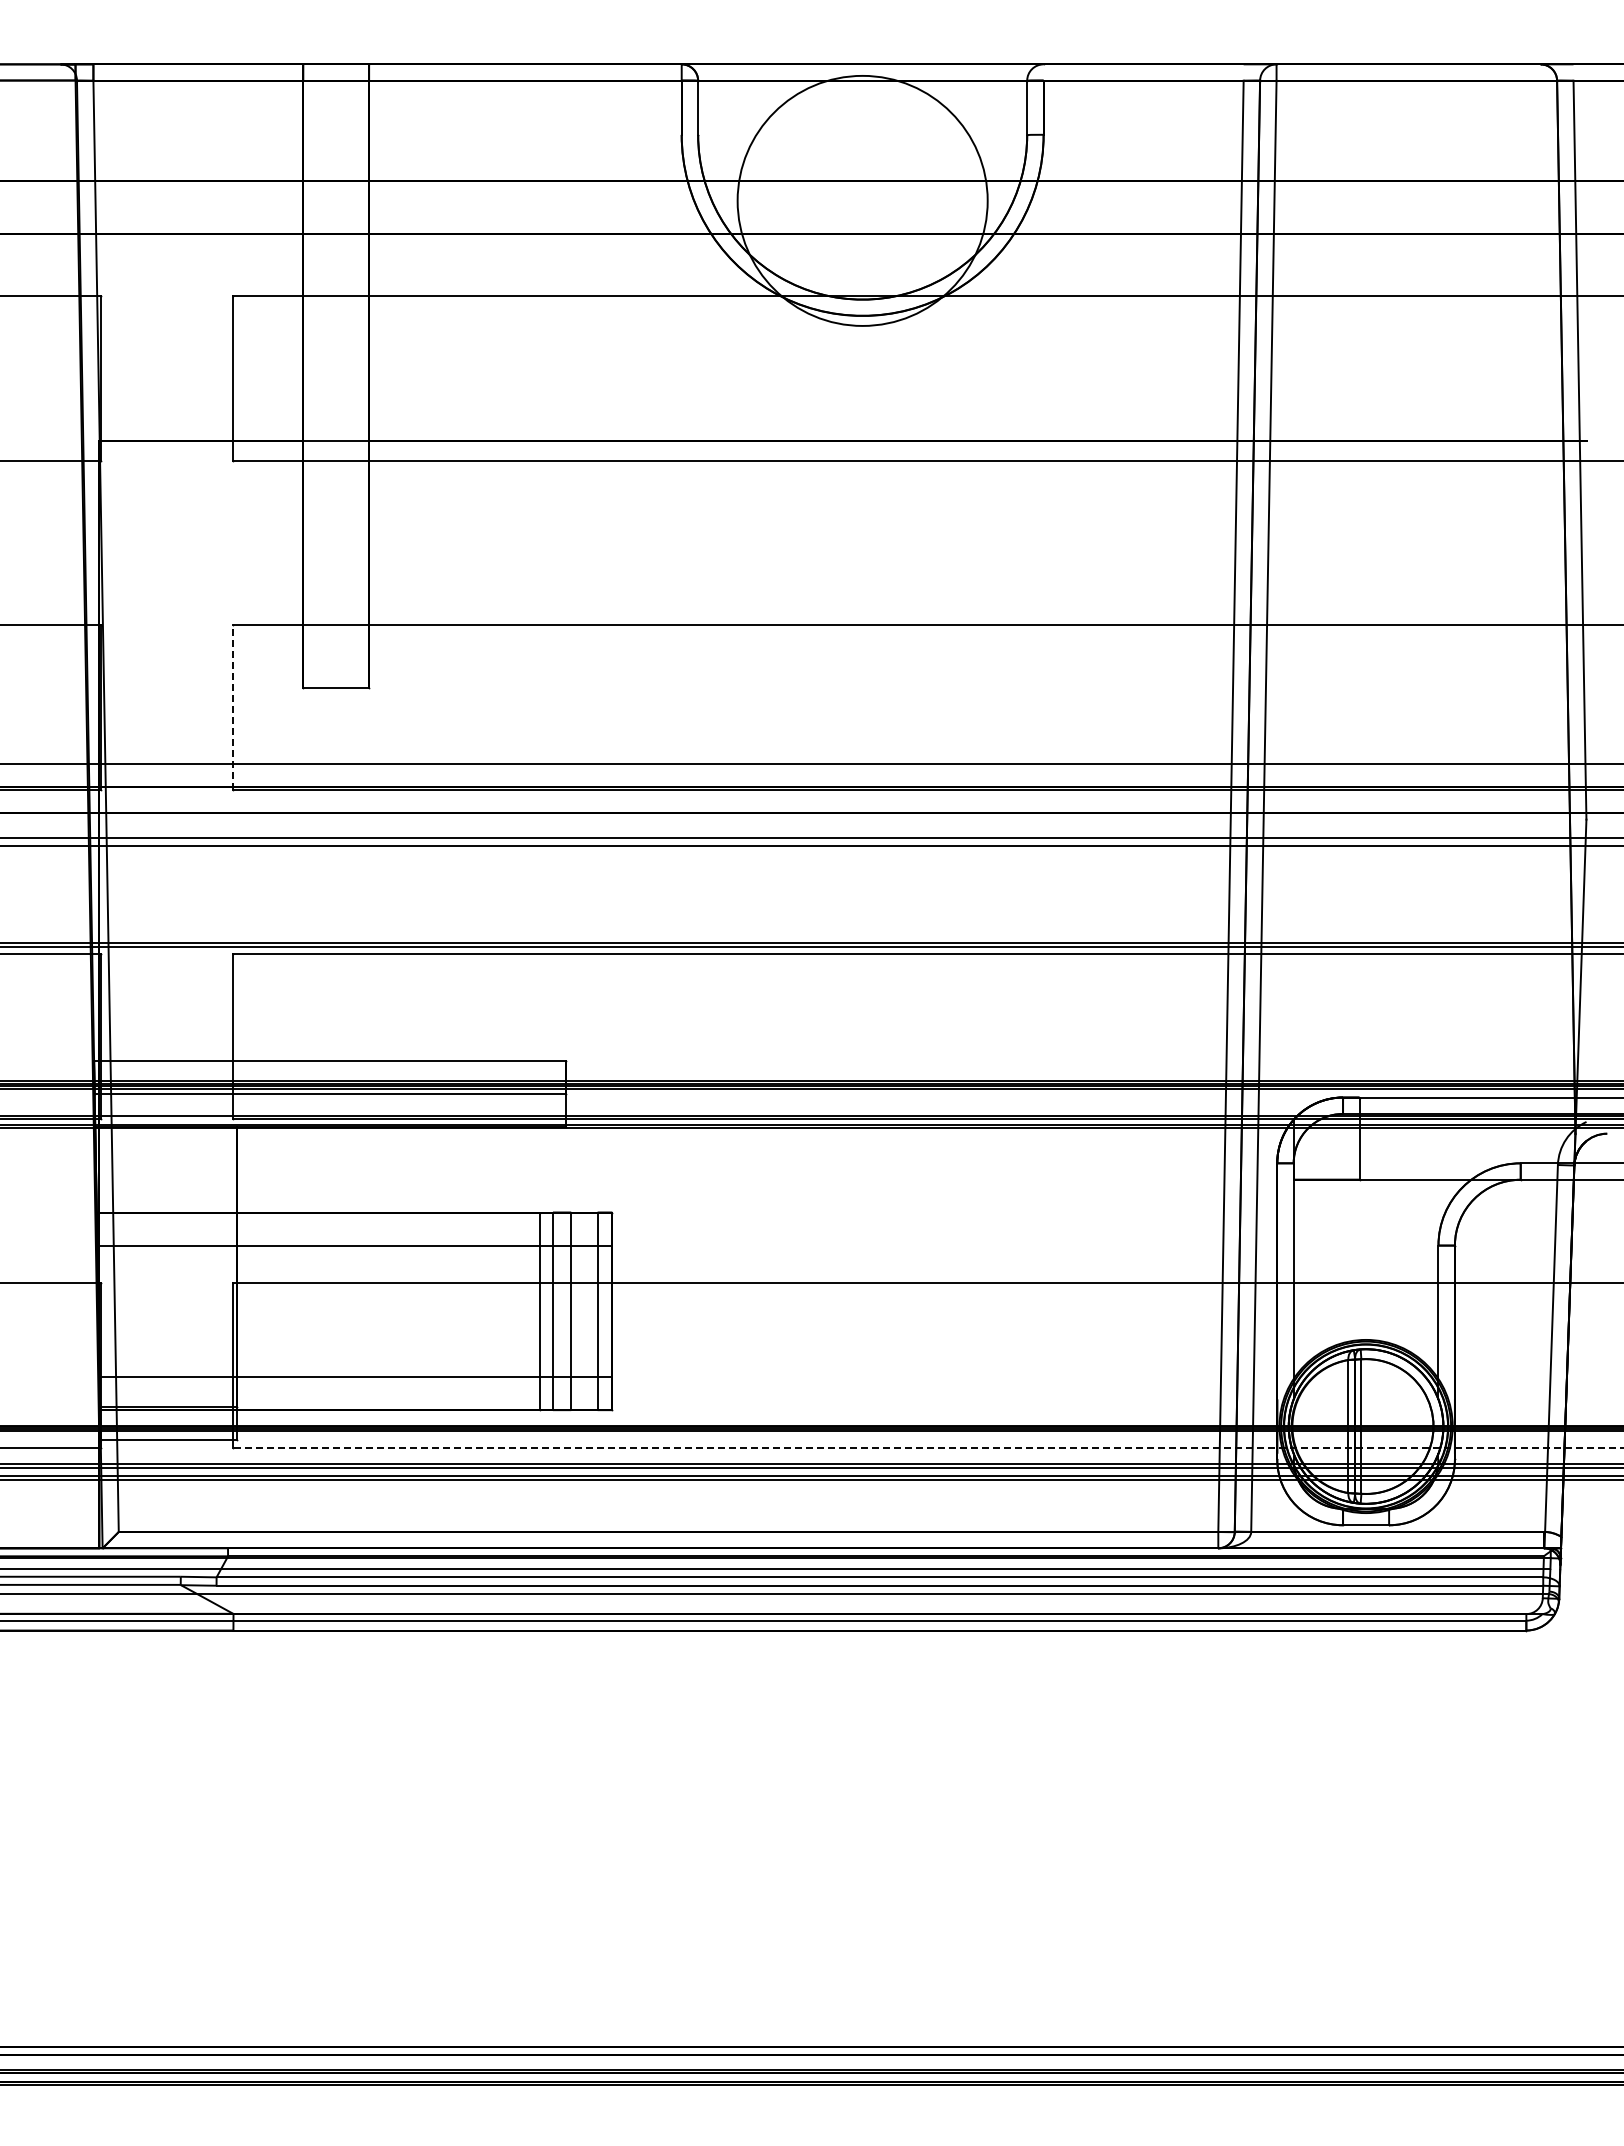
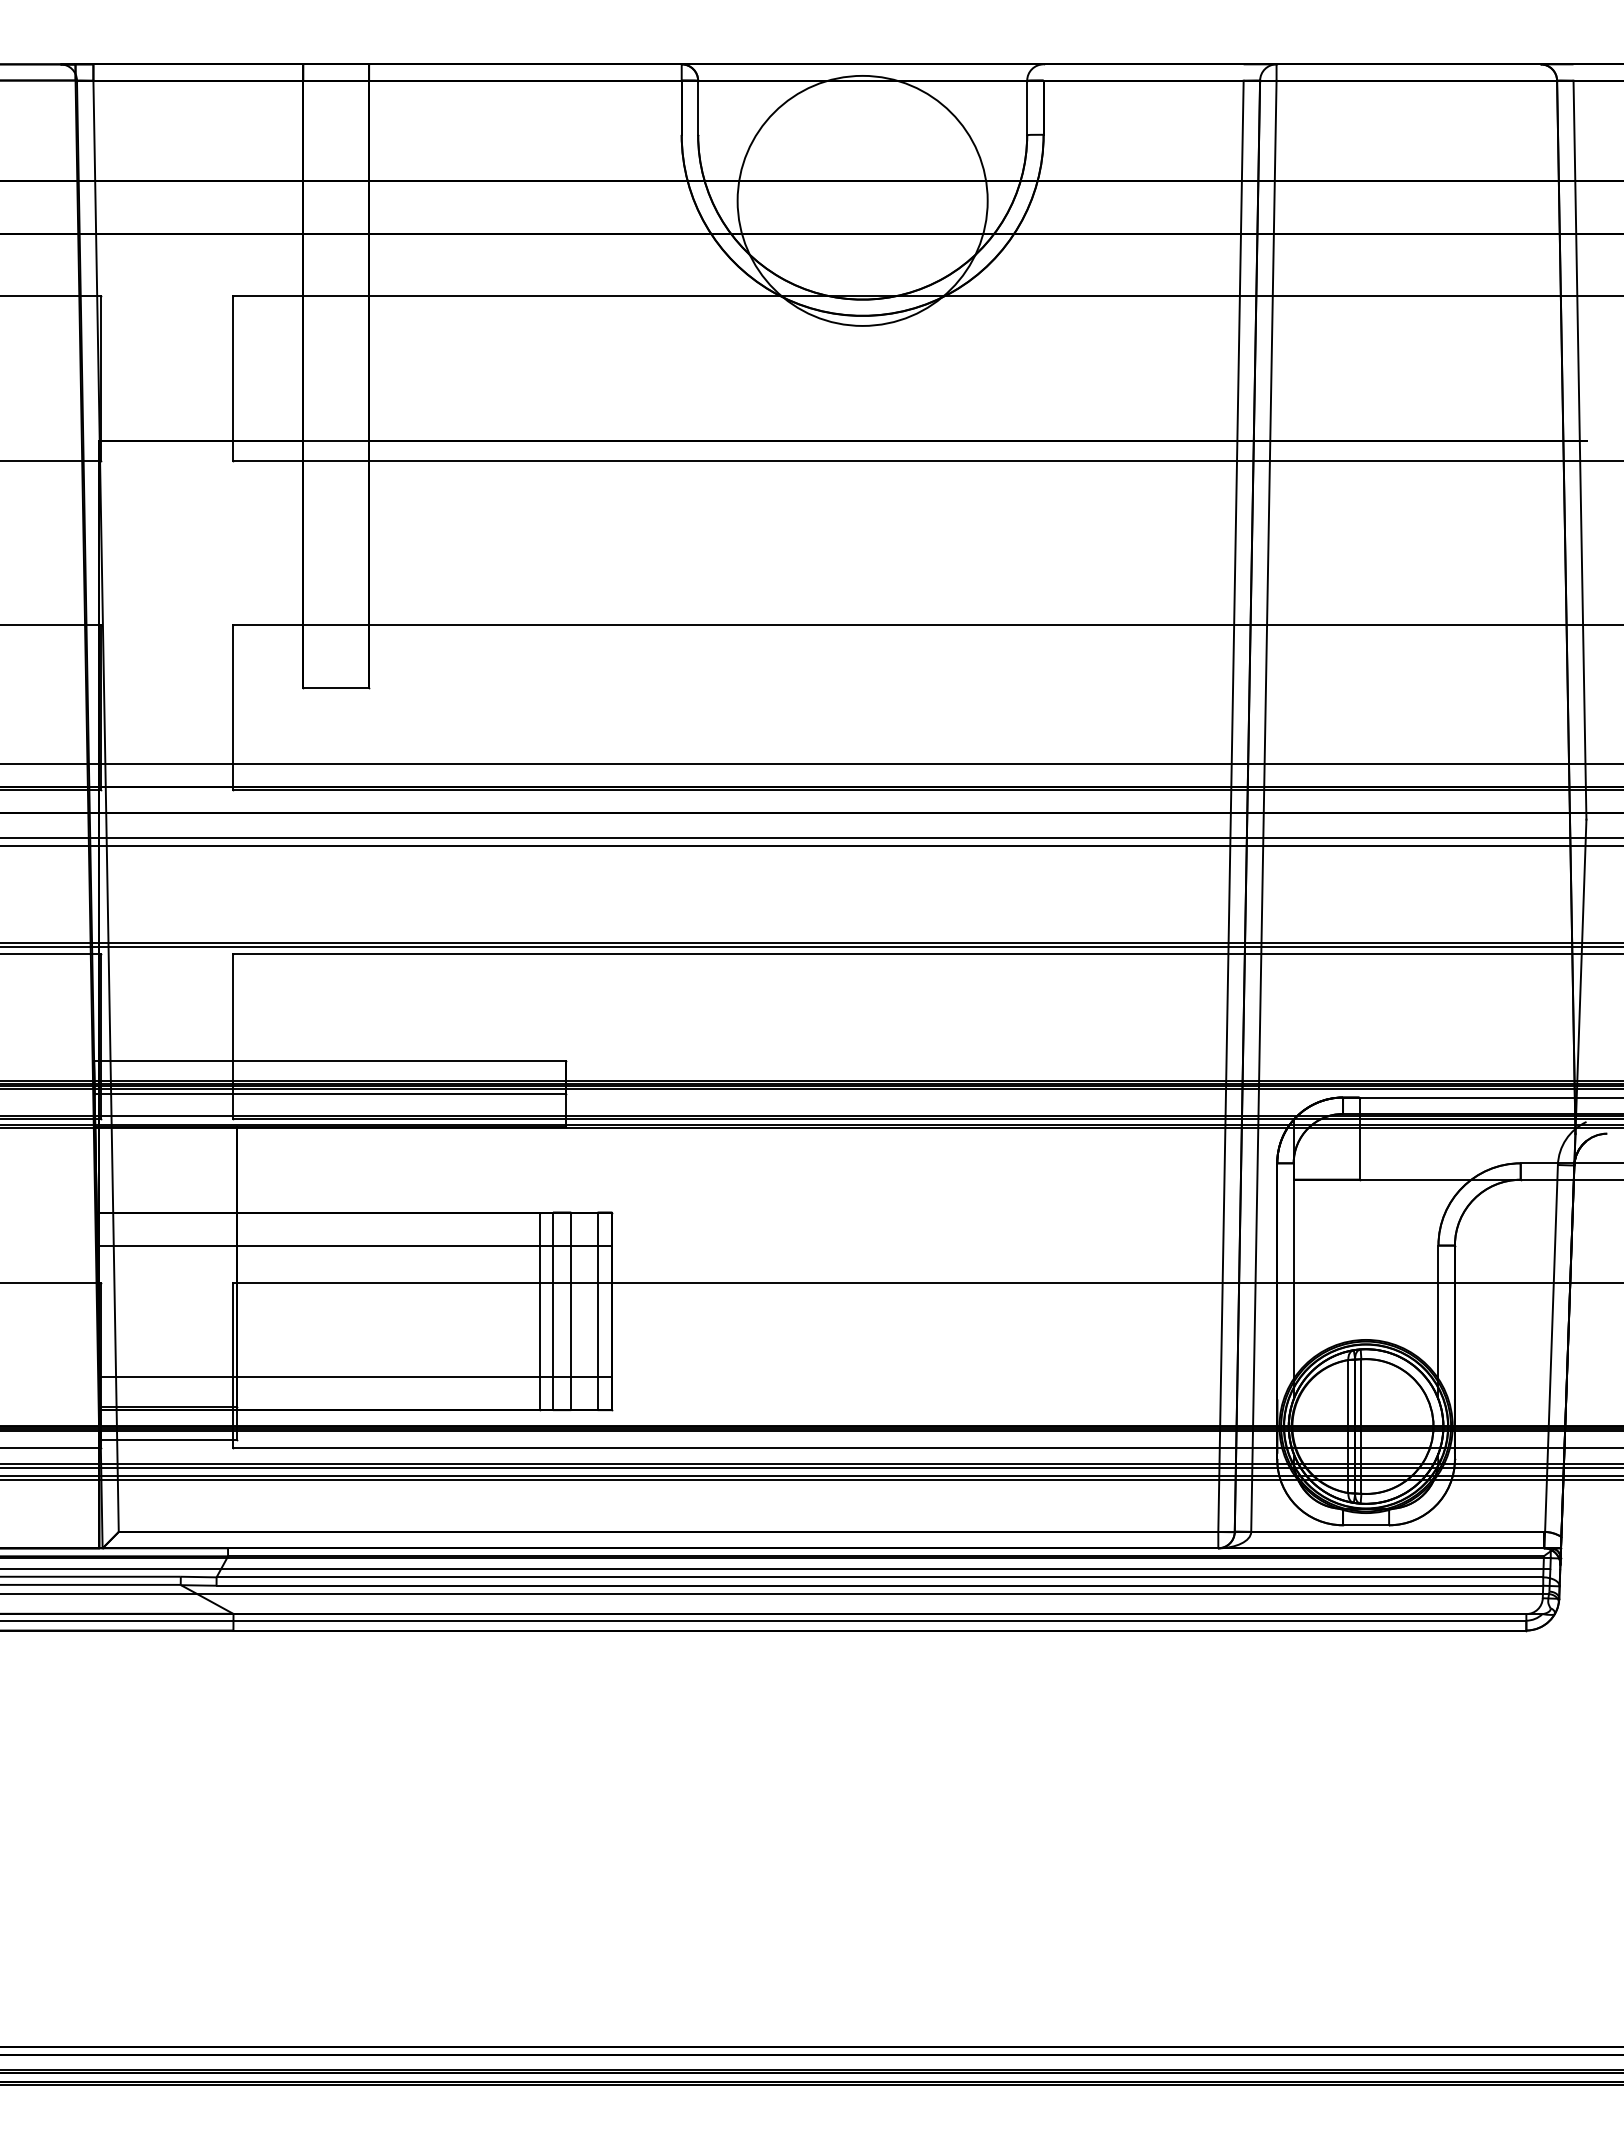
line at (232, 707): dashed -> solid
line at (927, 1447): dashed -> solid
